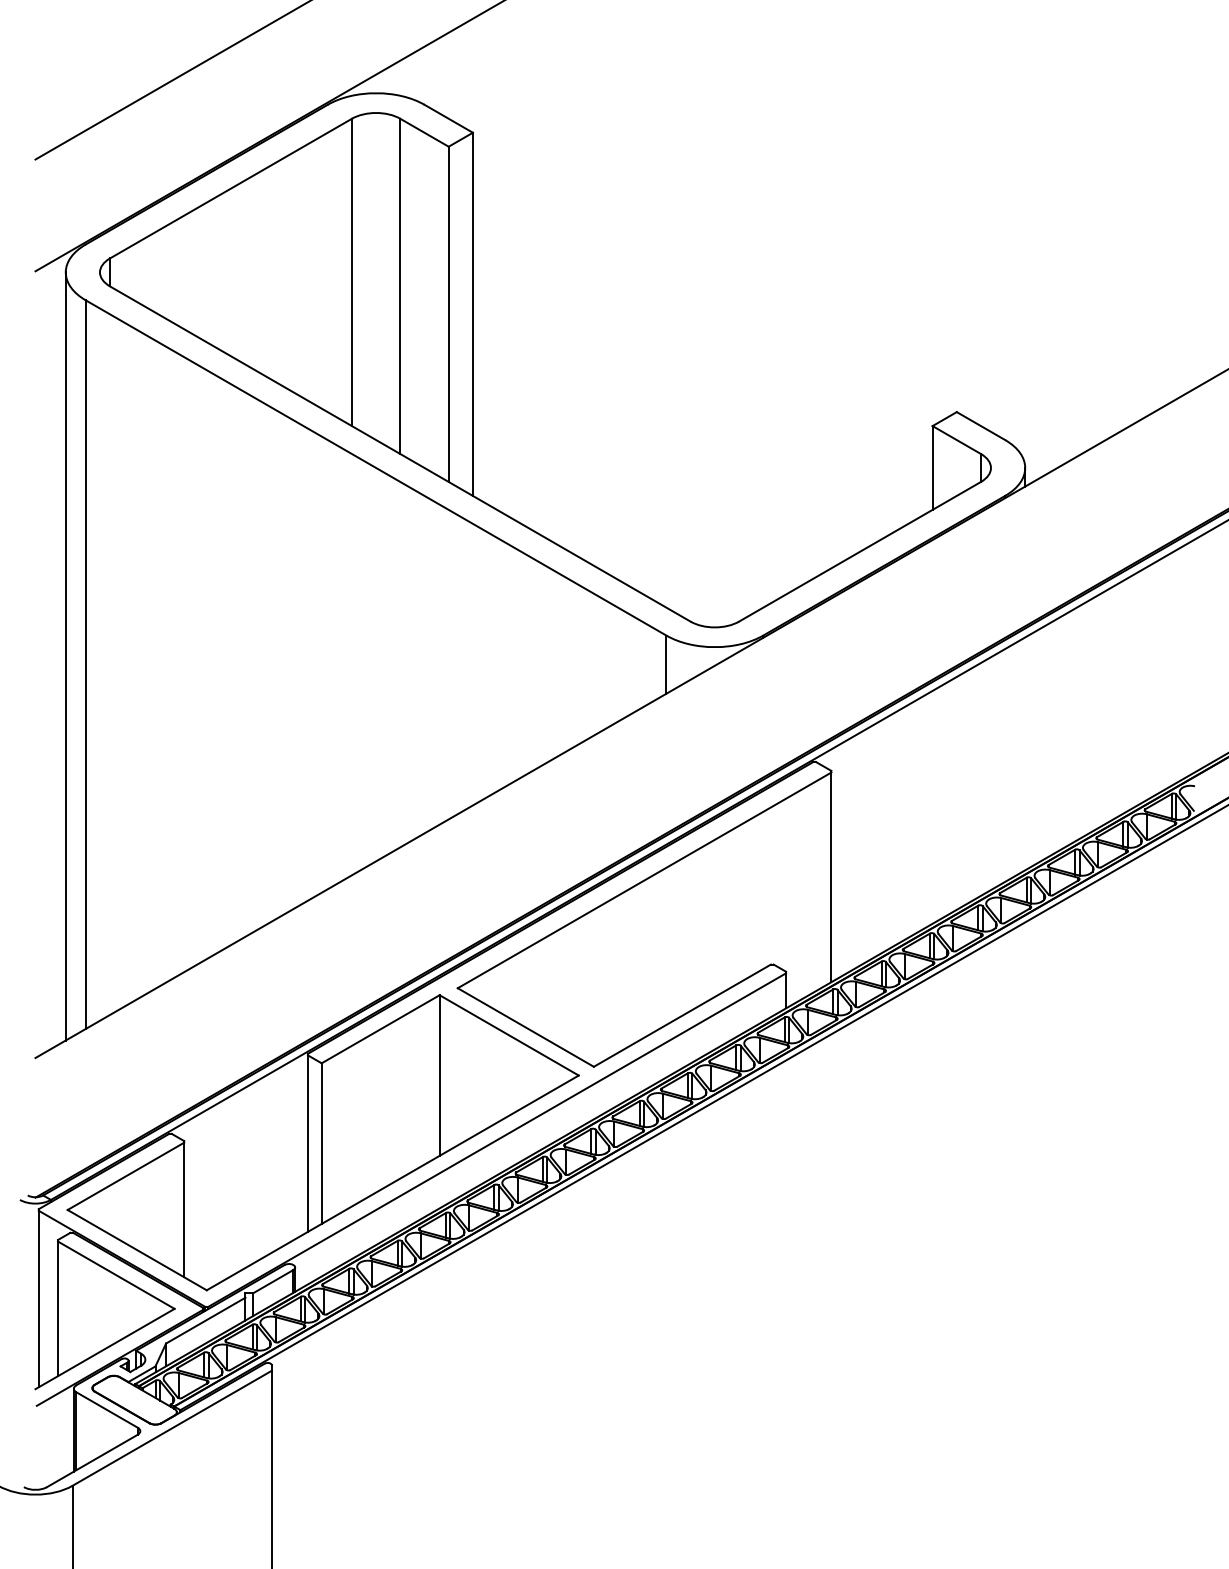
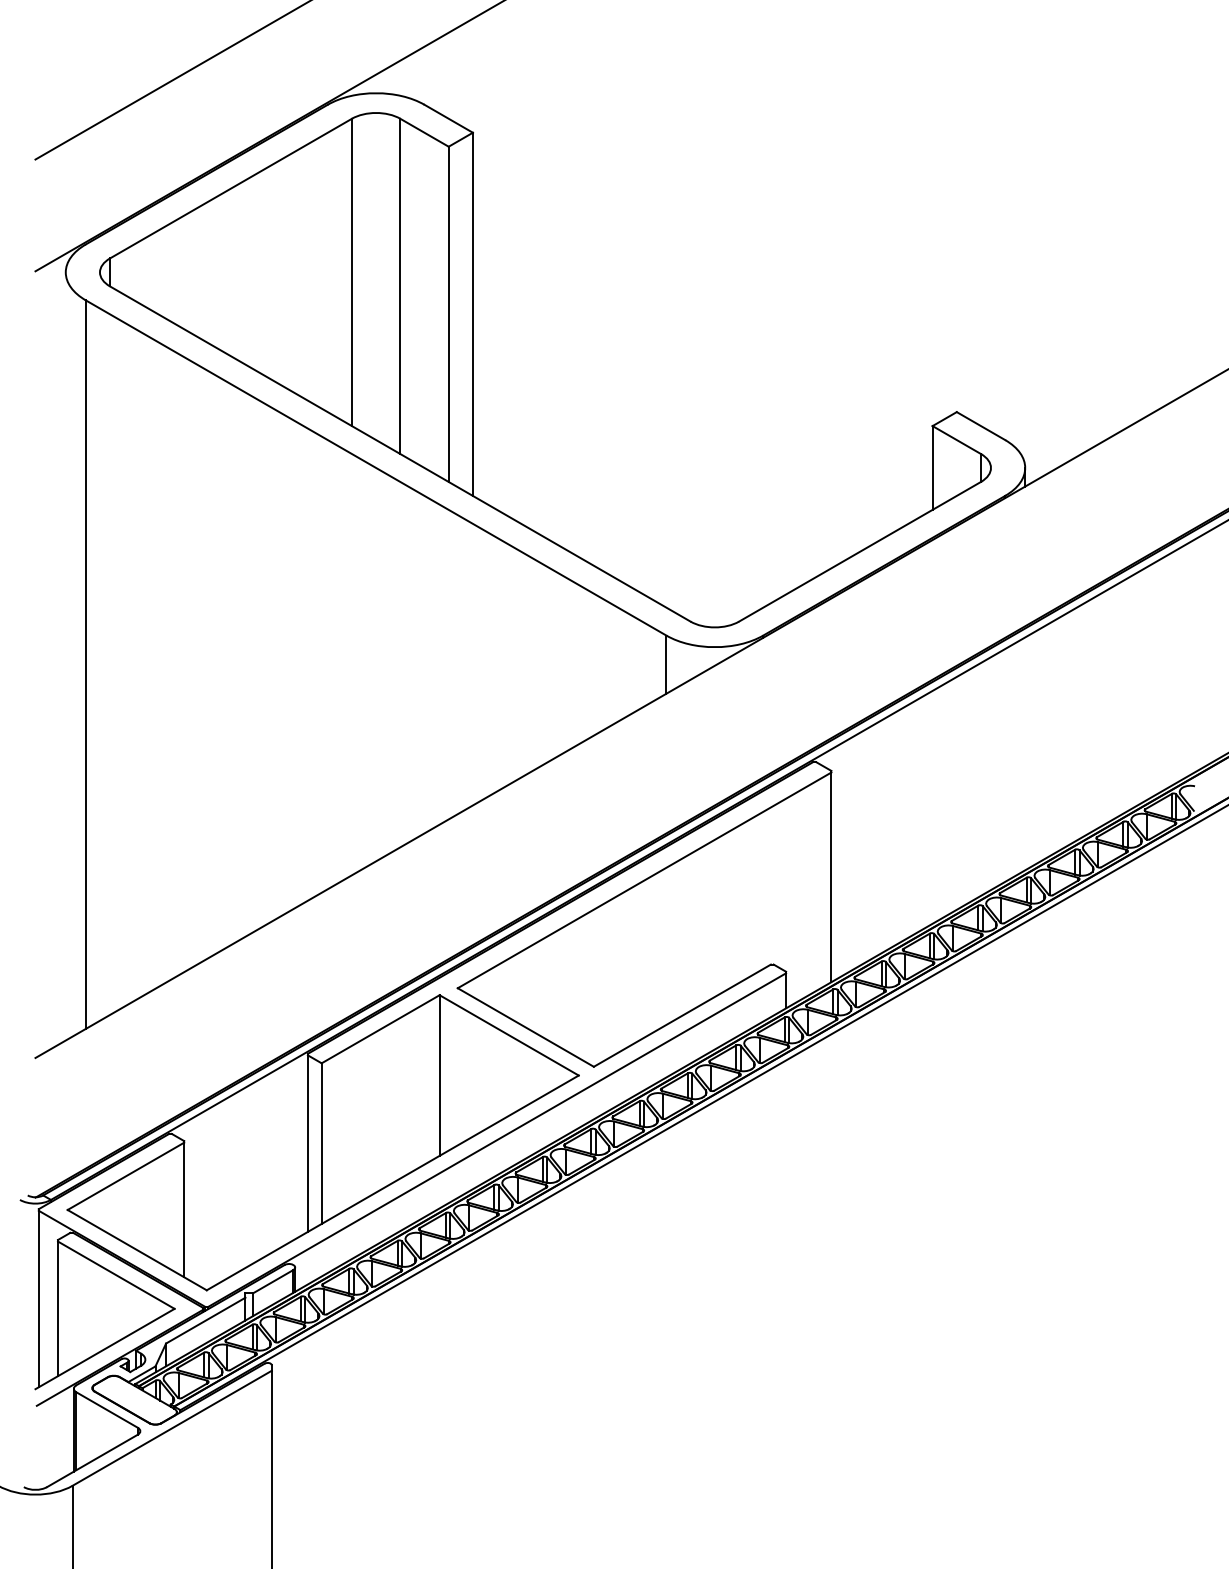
line at (65, 656): present -> none
